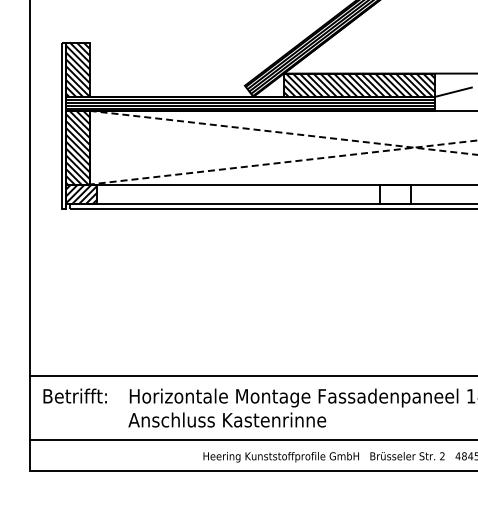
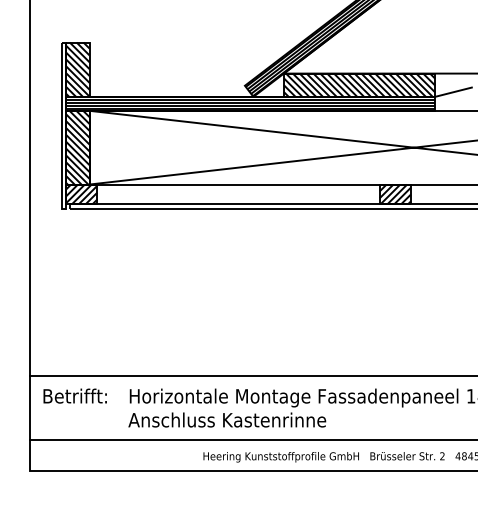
line at (477, 140): dashed -> solid
hatch at (394, 193): none -> present
